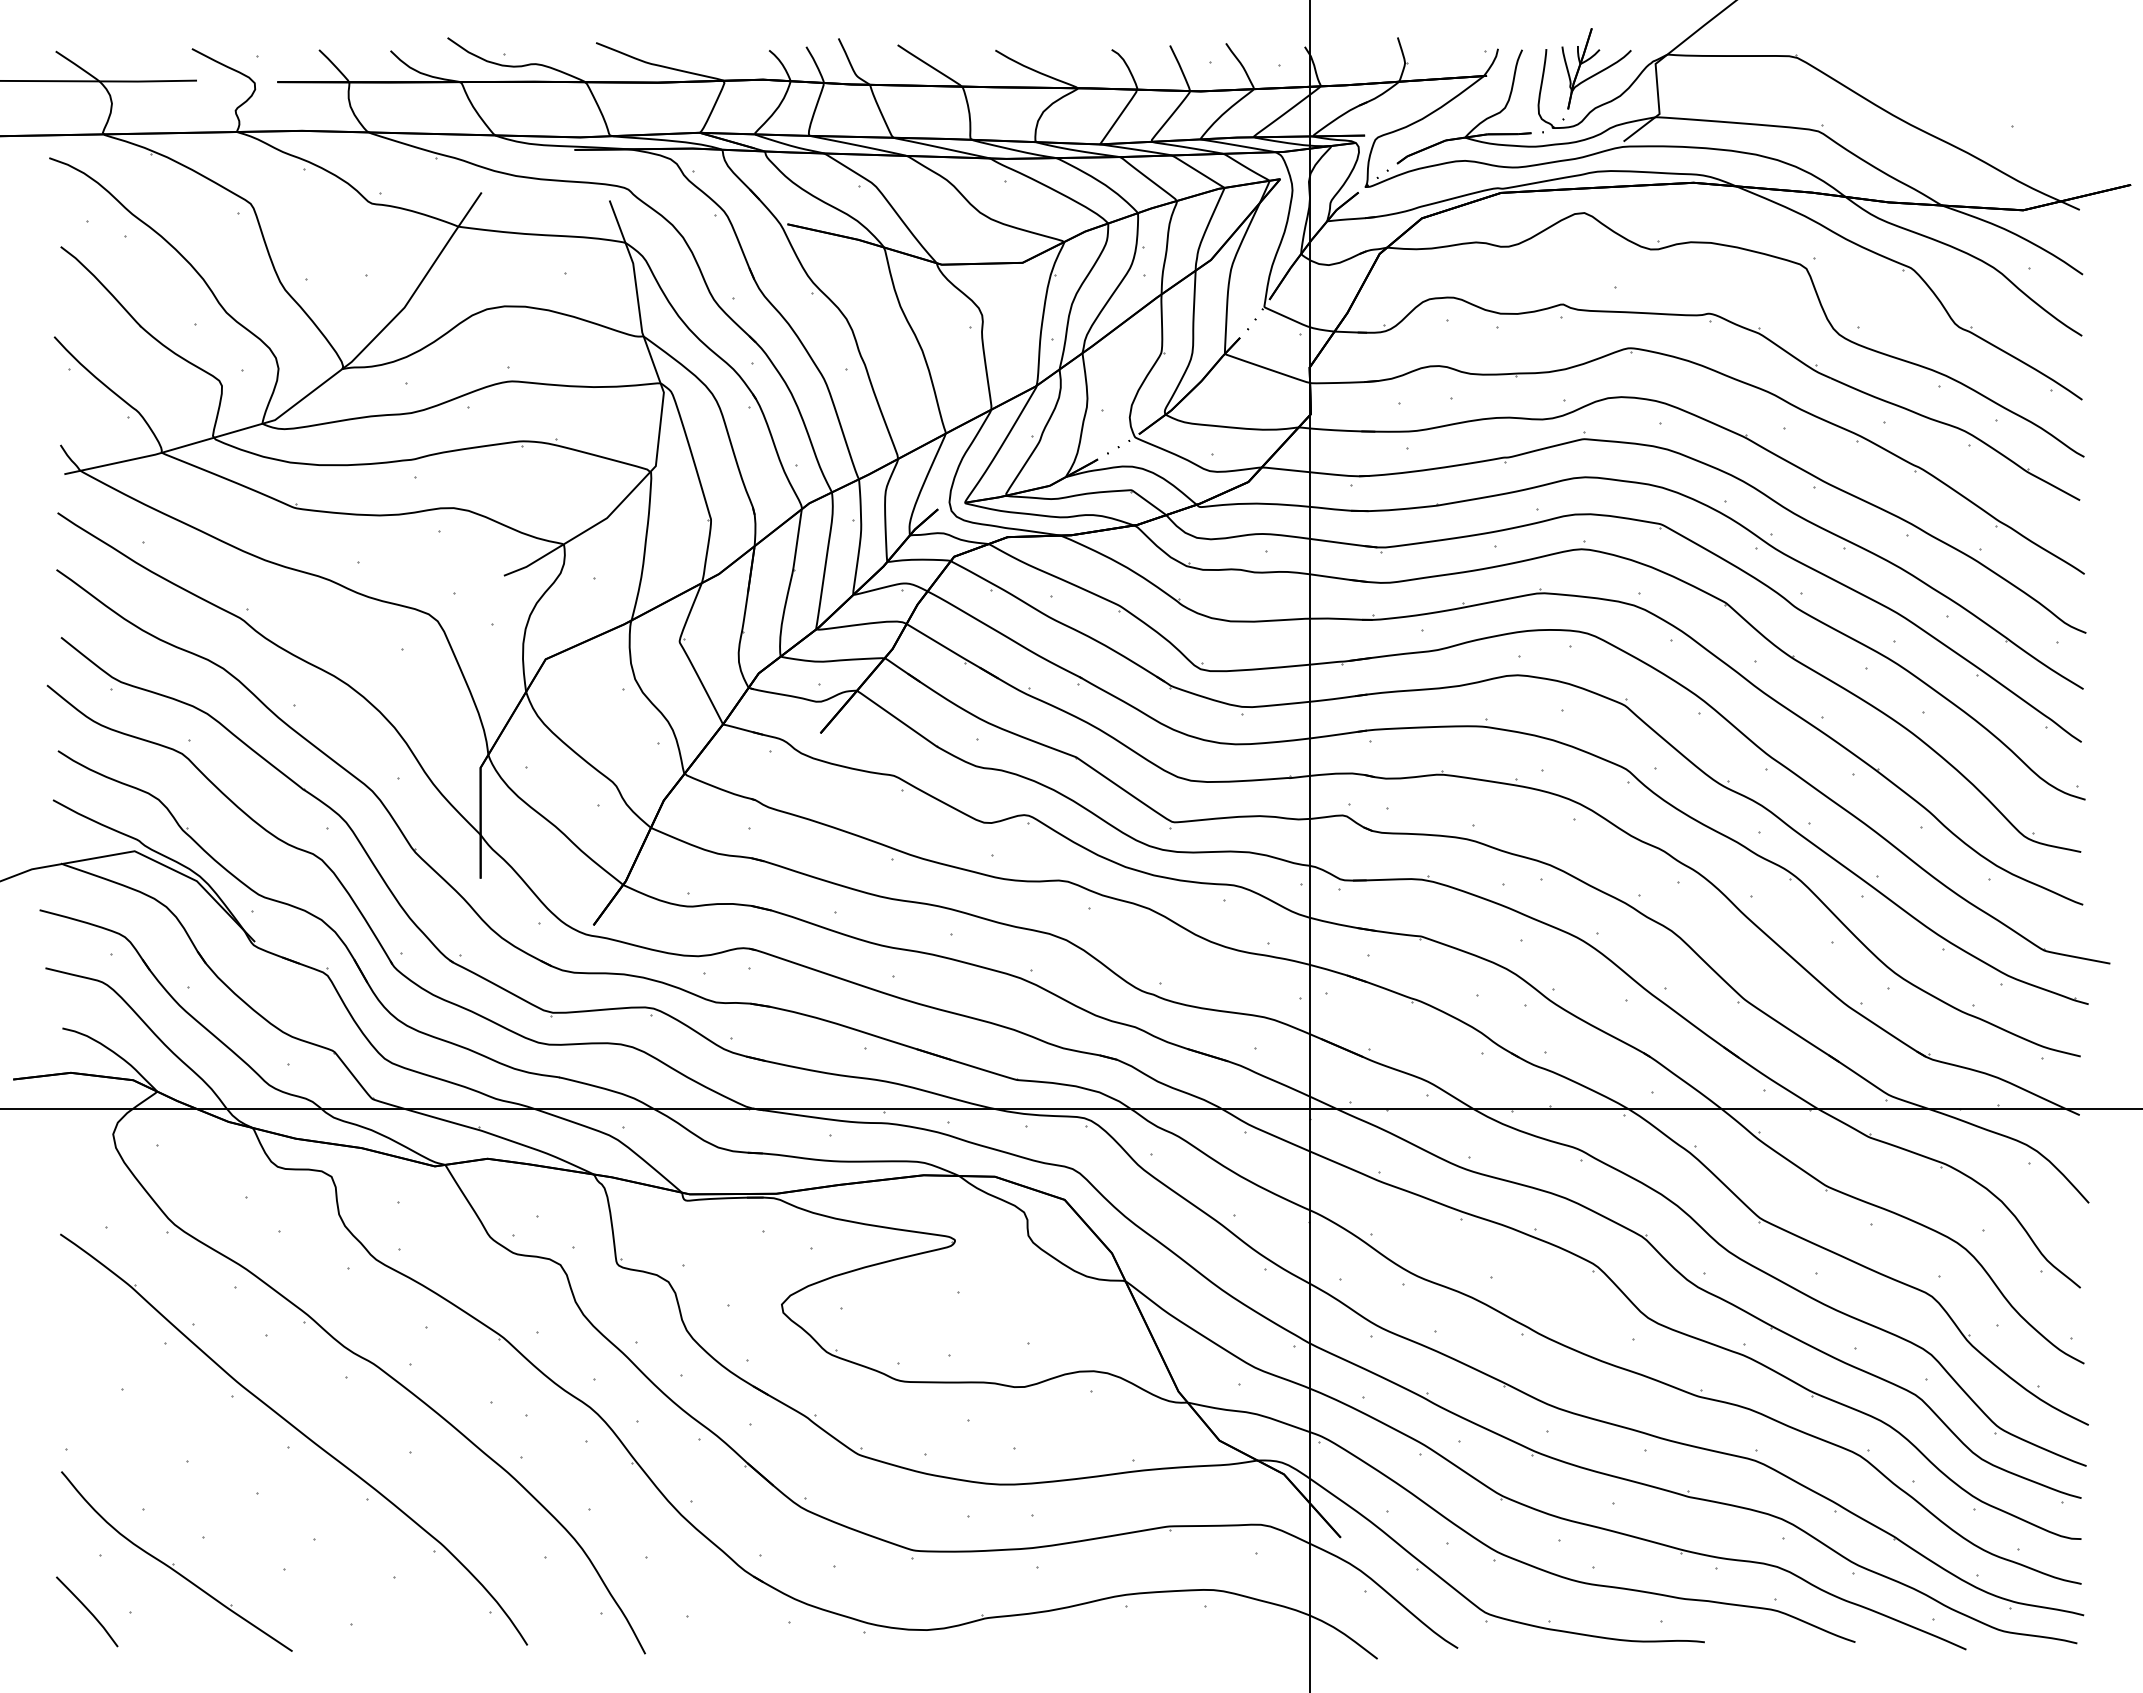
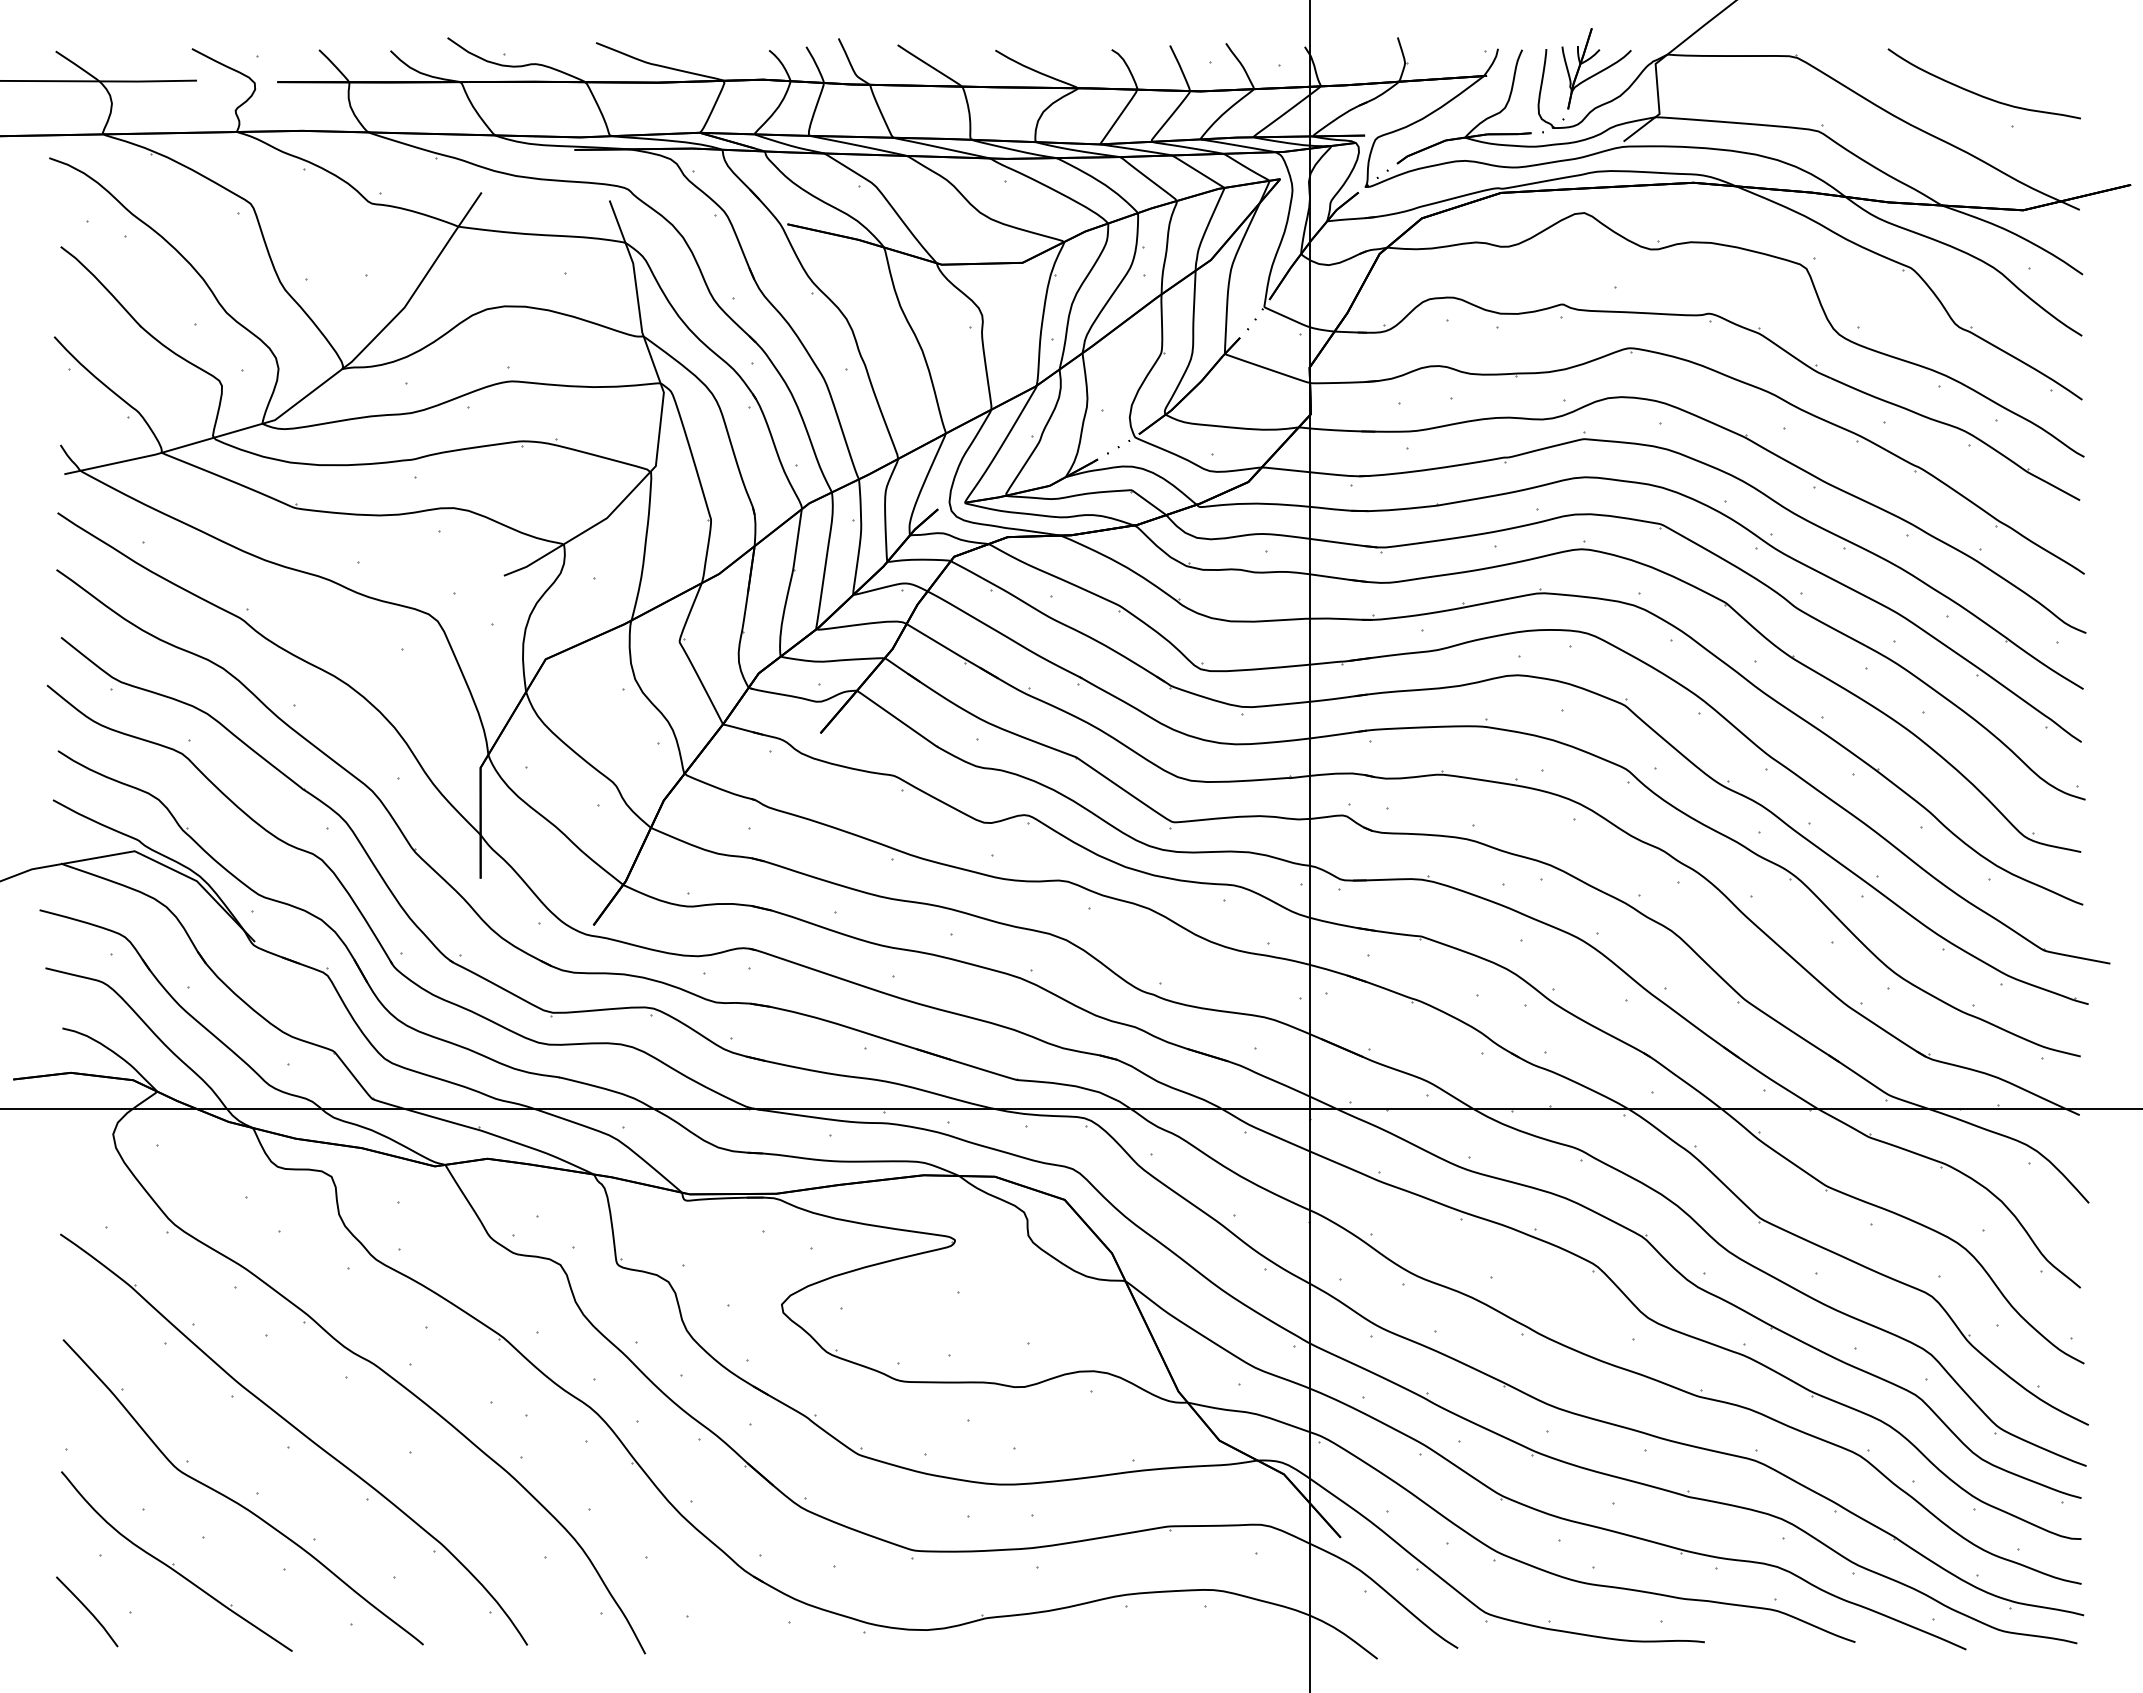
curve at (1978, 93): none -> present
curve at (238, 1502): none -> present
